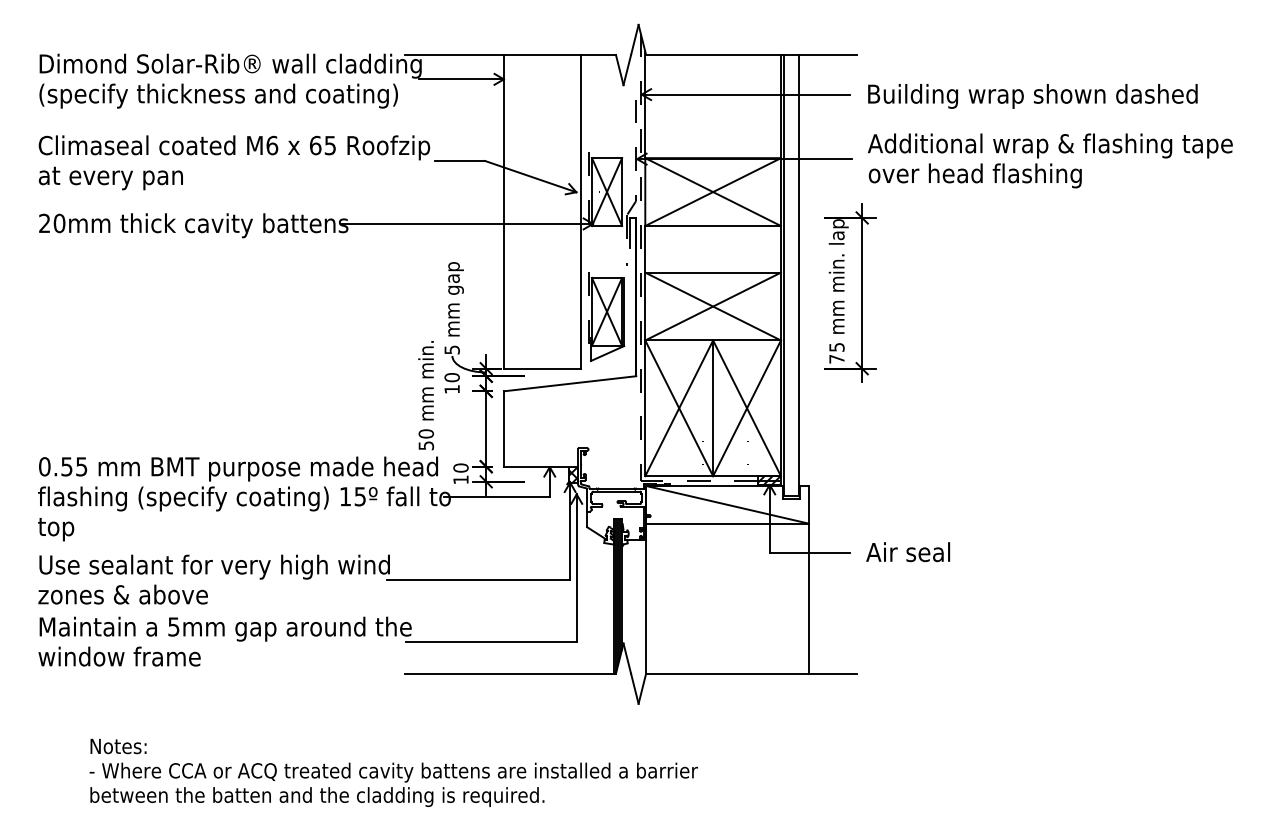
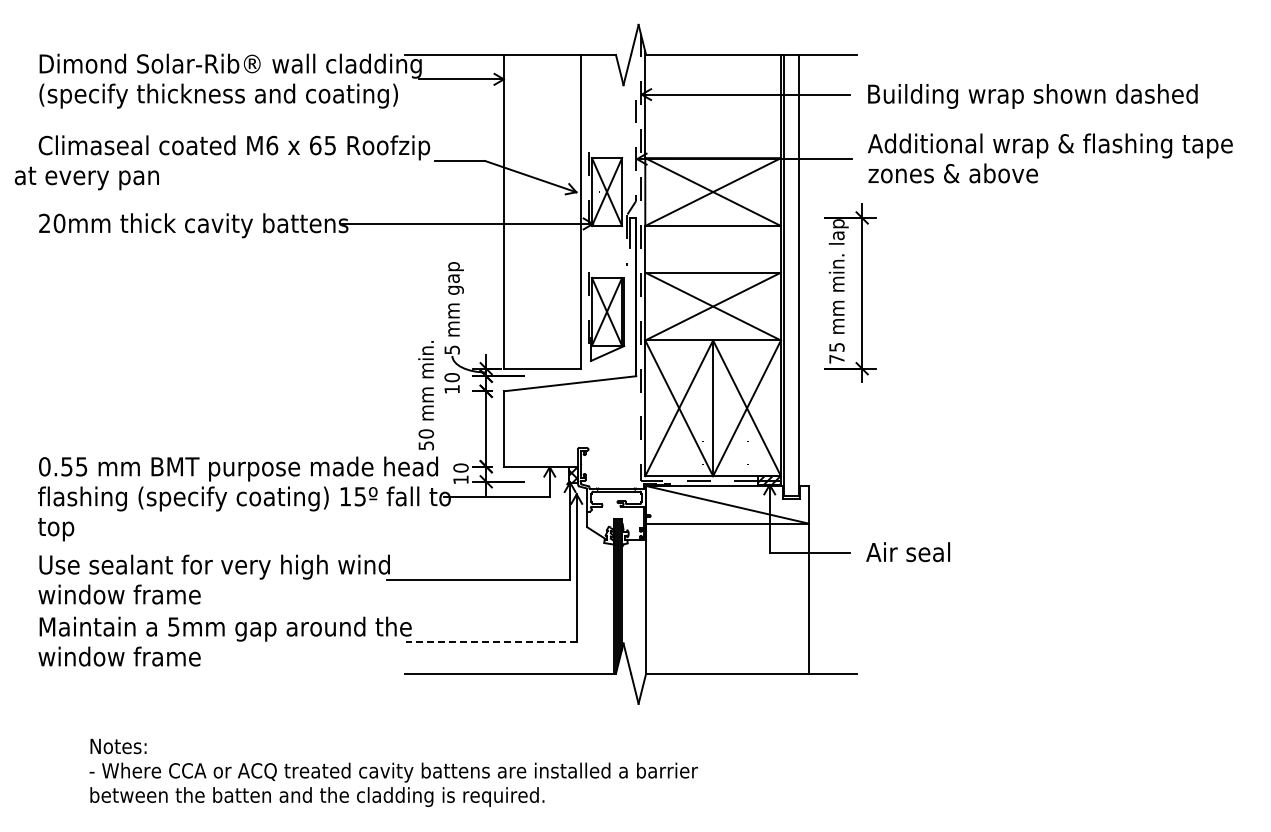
text at (974, 175): over head flashing -> zones & above
text at (110, 178) position: (110, 178) -> (86, 178)
text at (122, 594): zones & above -> window frame
line at (490, 642): solid -> dashed
